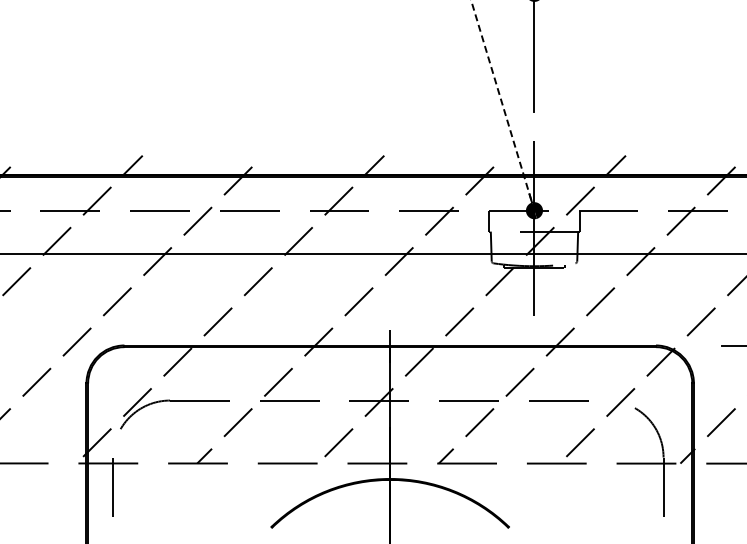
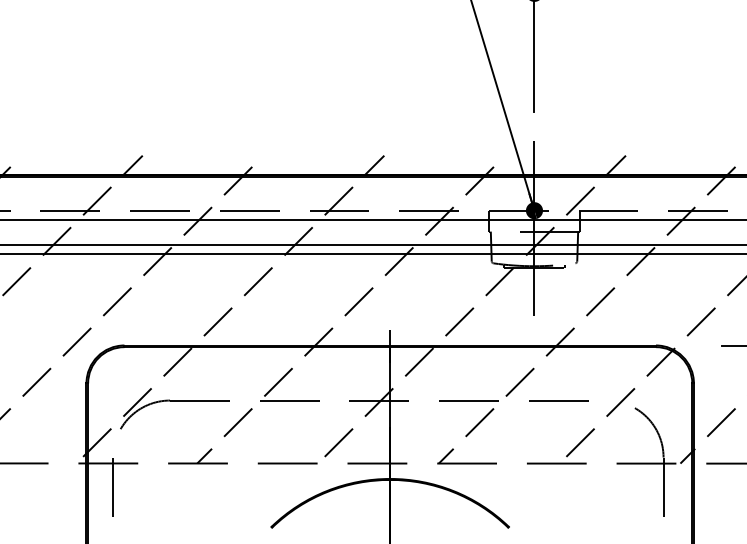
line at (502, 105): dashed -> solid
line at (372, 220): none -> present
line at (372, 244): none -> present
